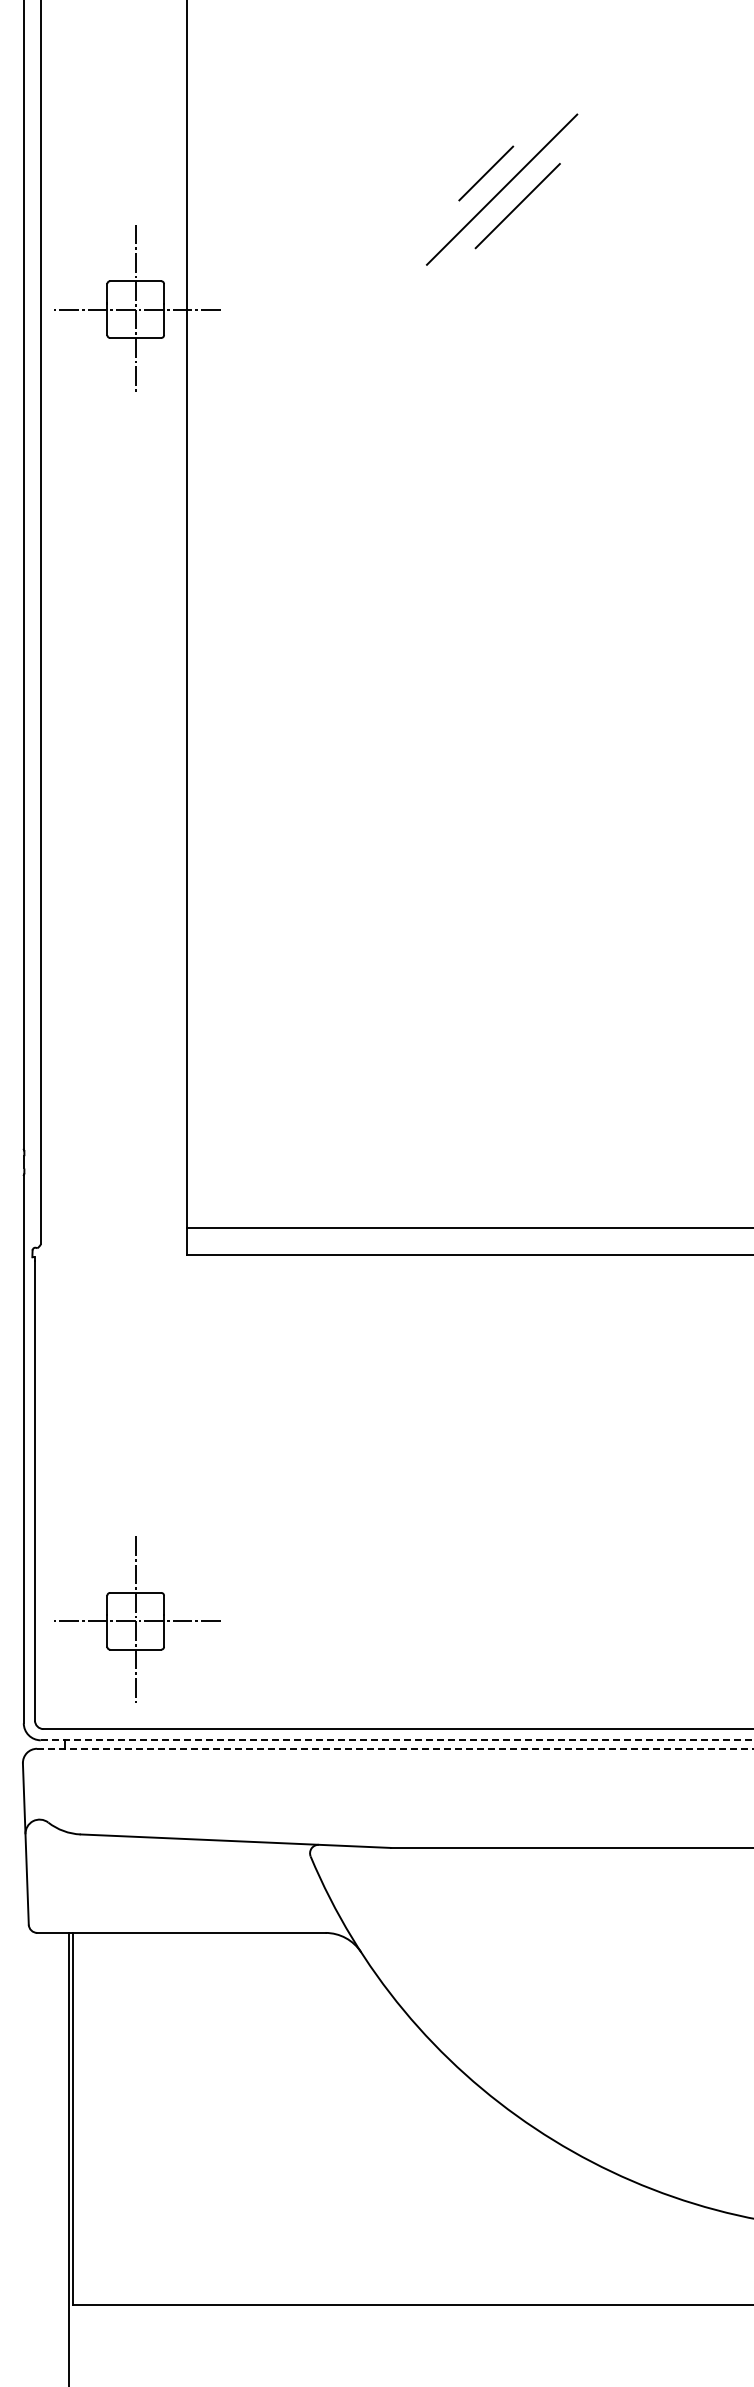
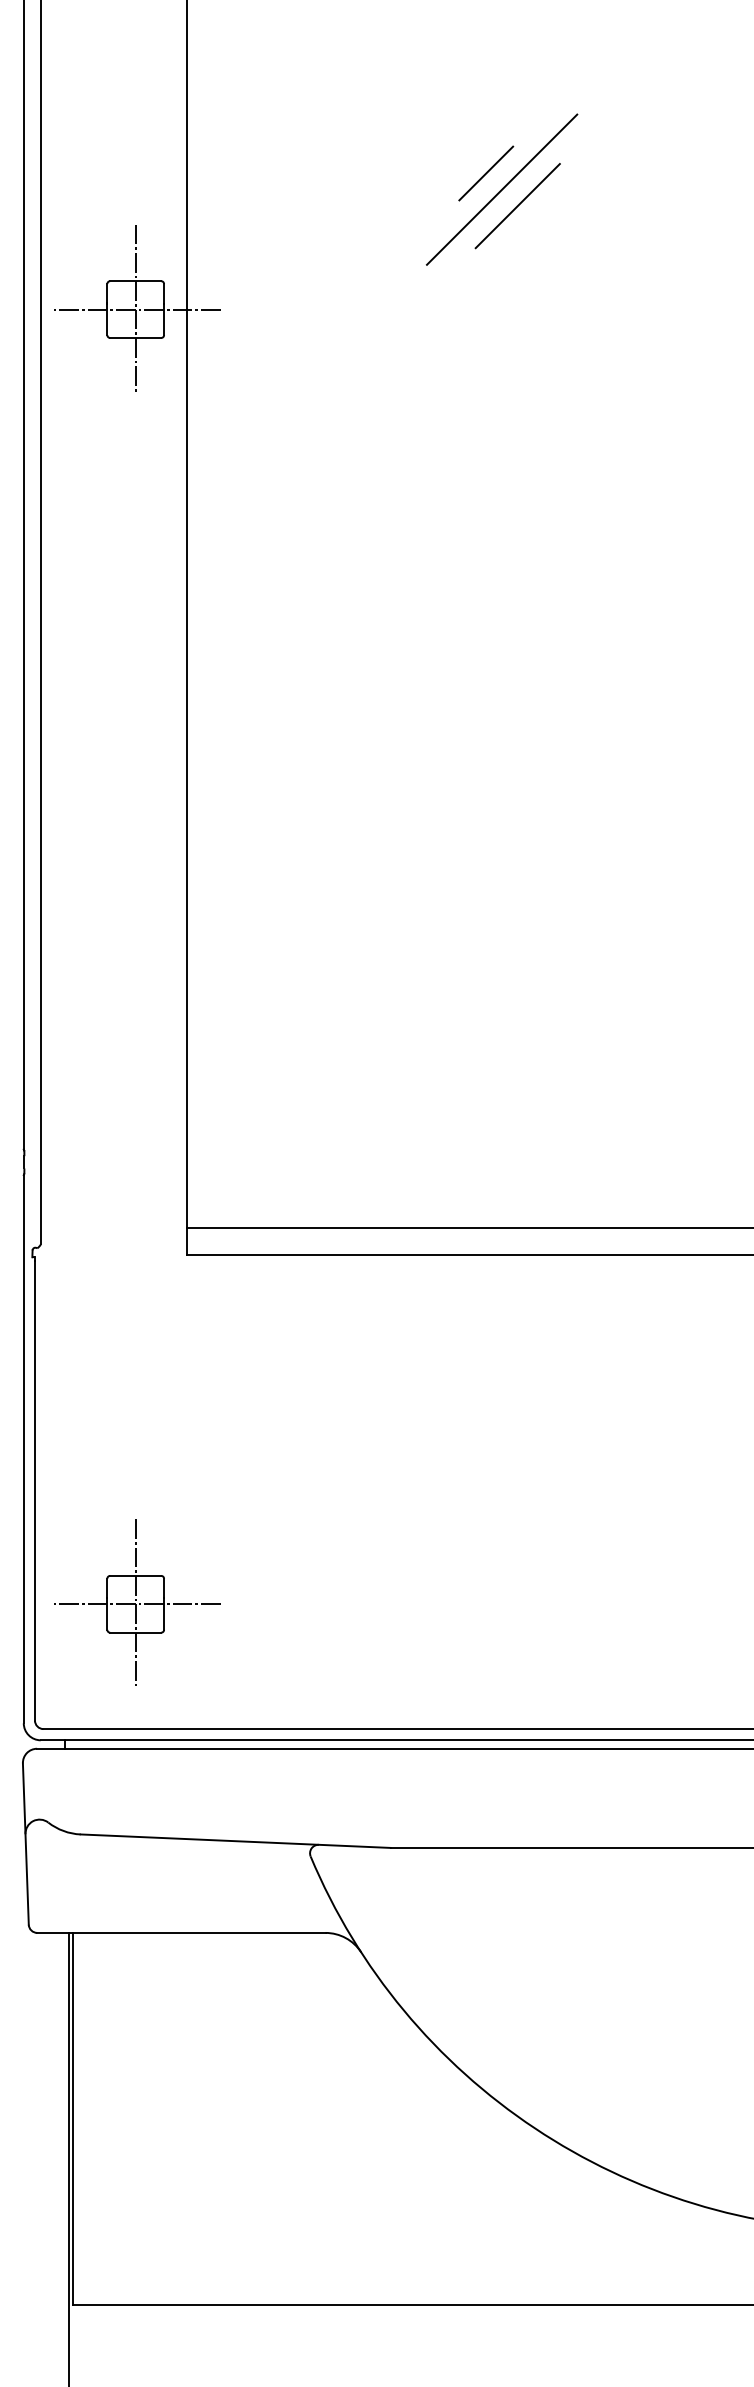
part at (137, 1619) position: (137, 1619) -> (137, 1602)
line at (397, 1740): dashed -> solid
line at (395, 1748): dashed -> solid
